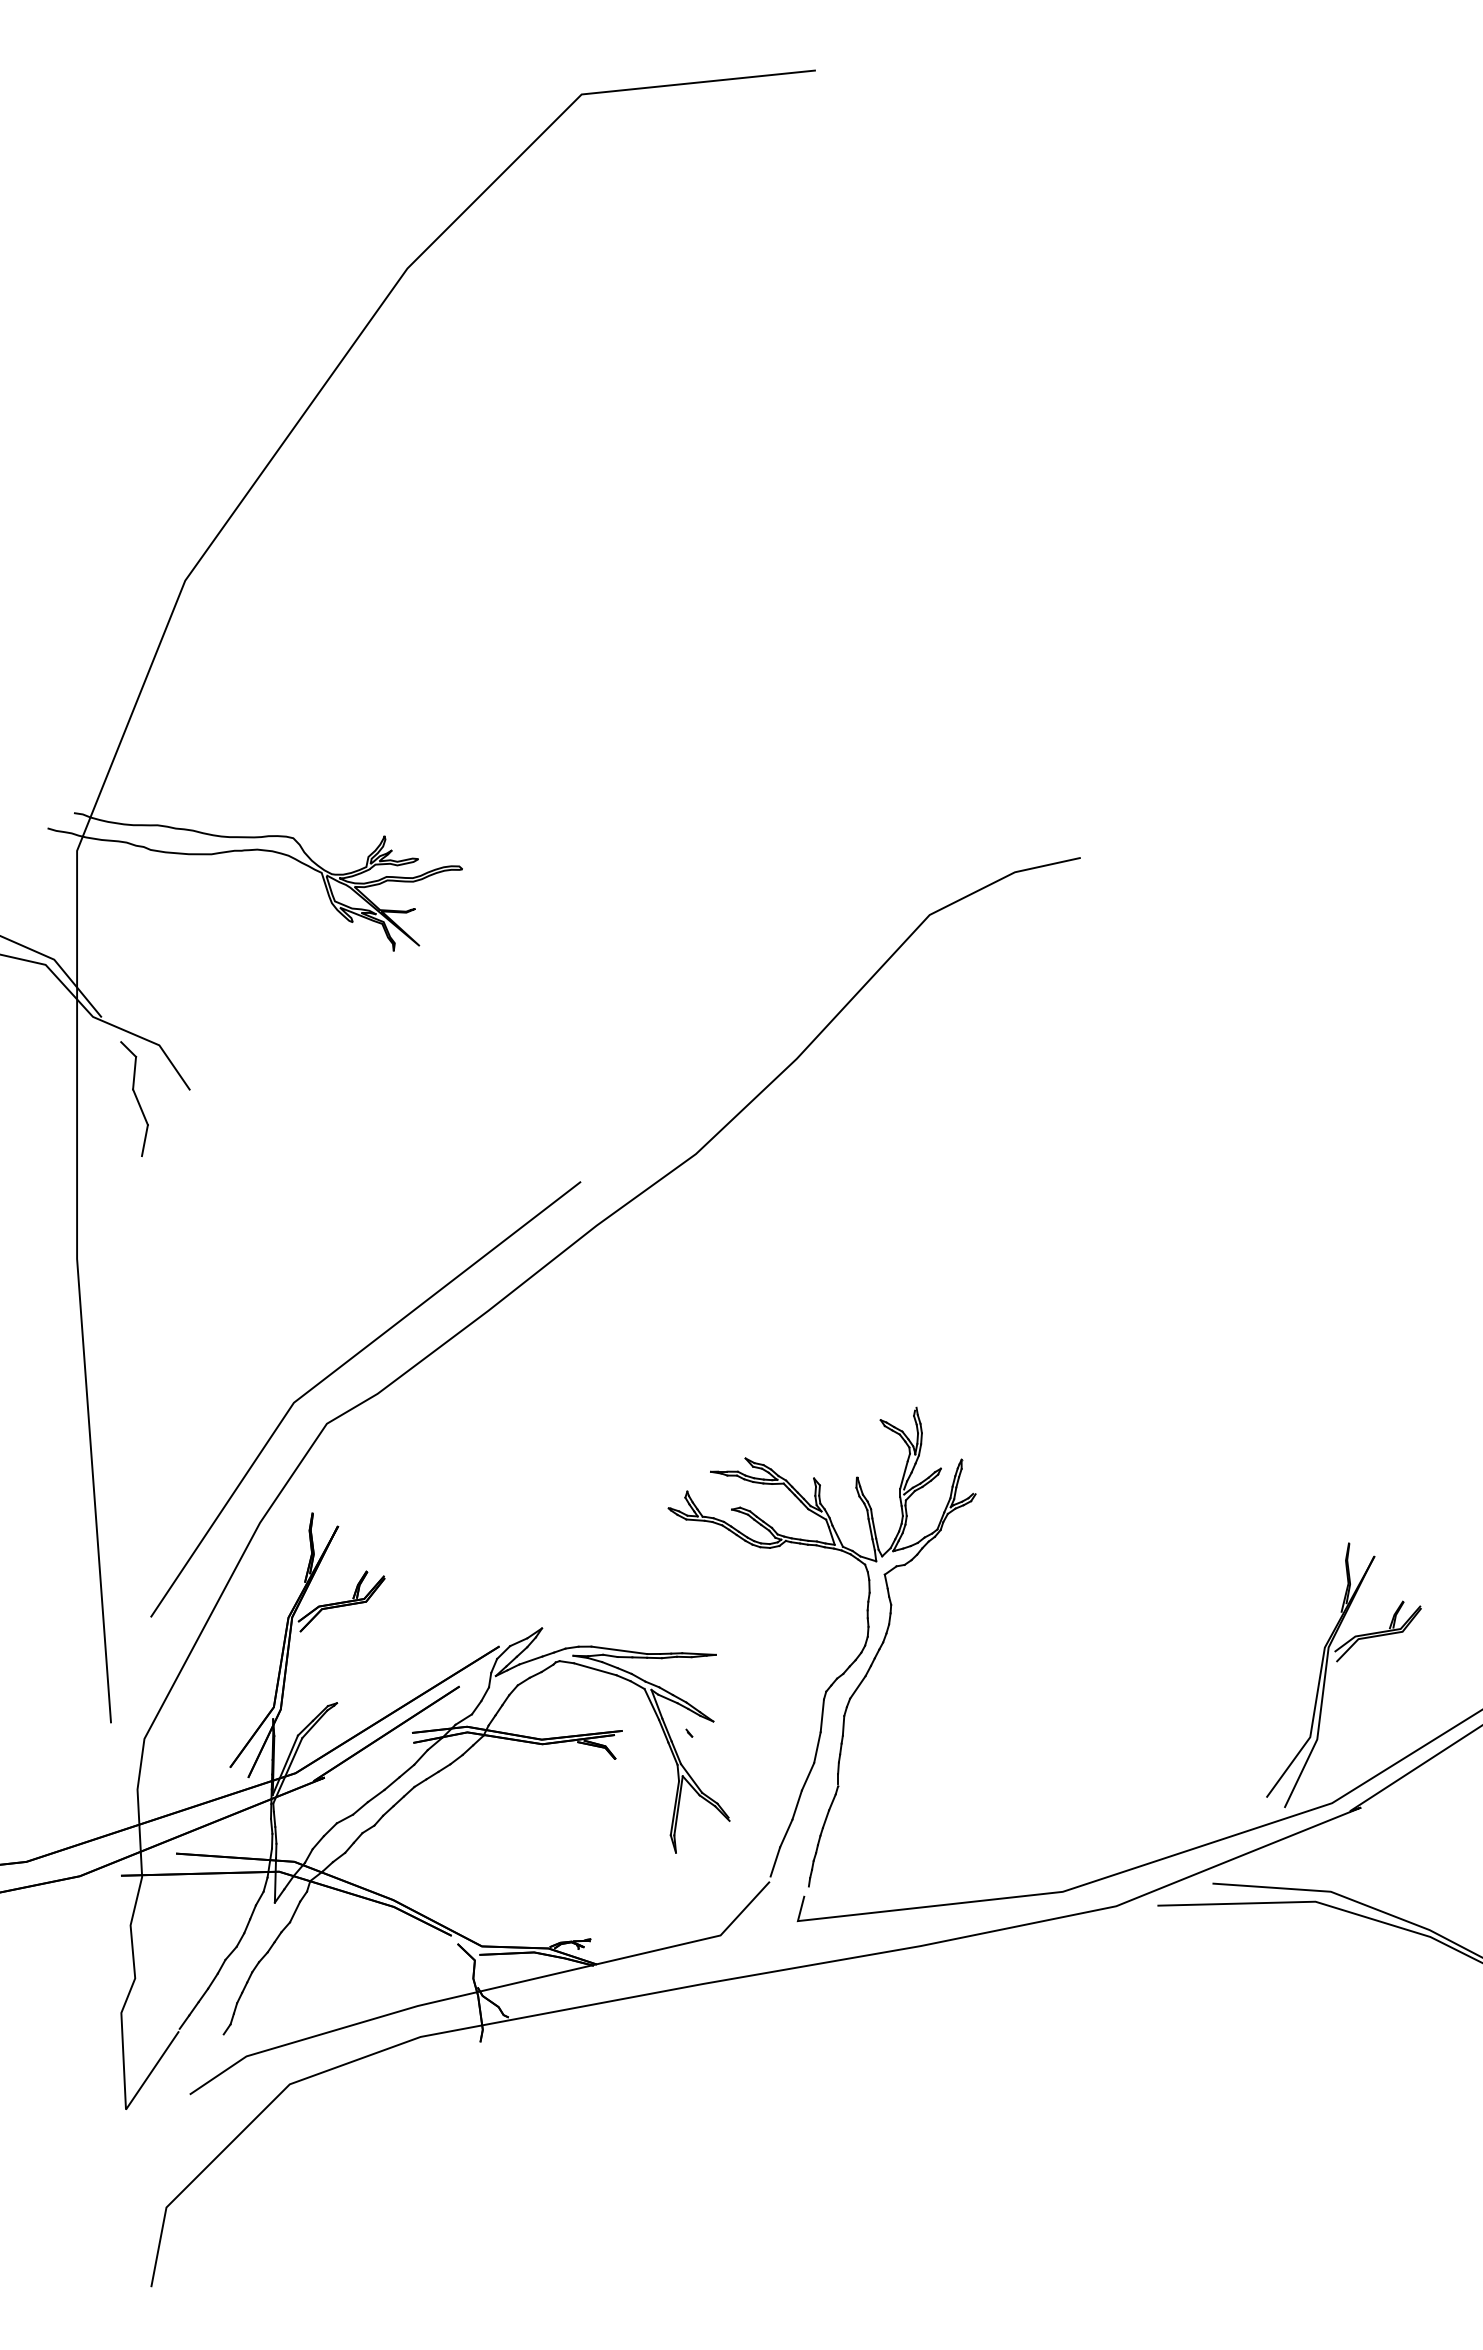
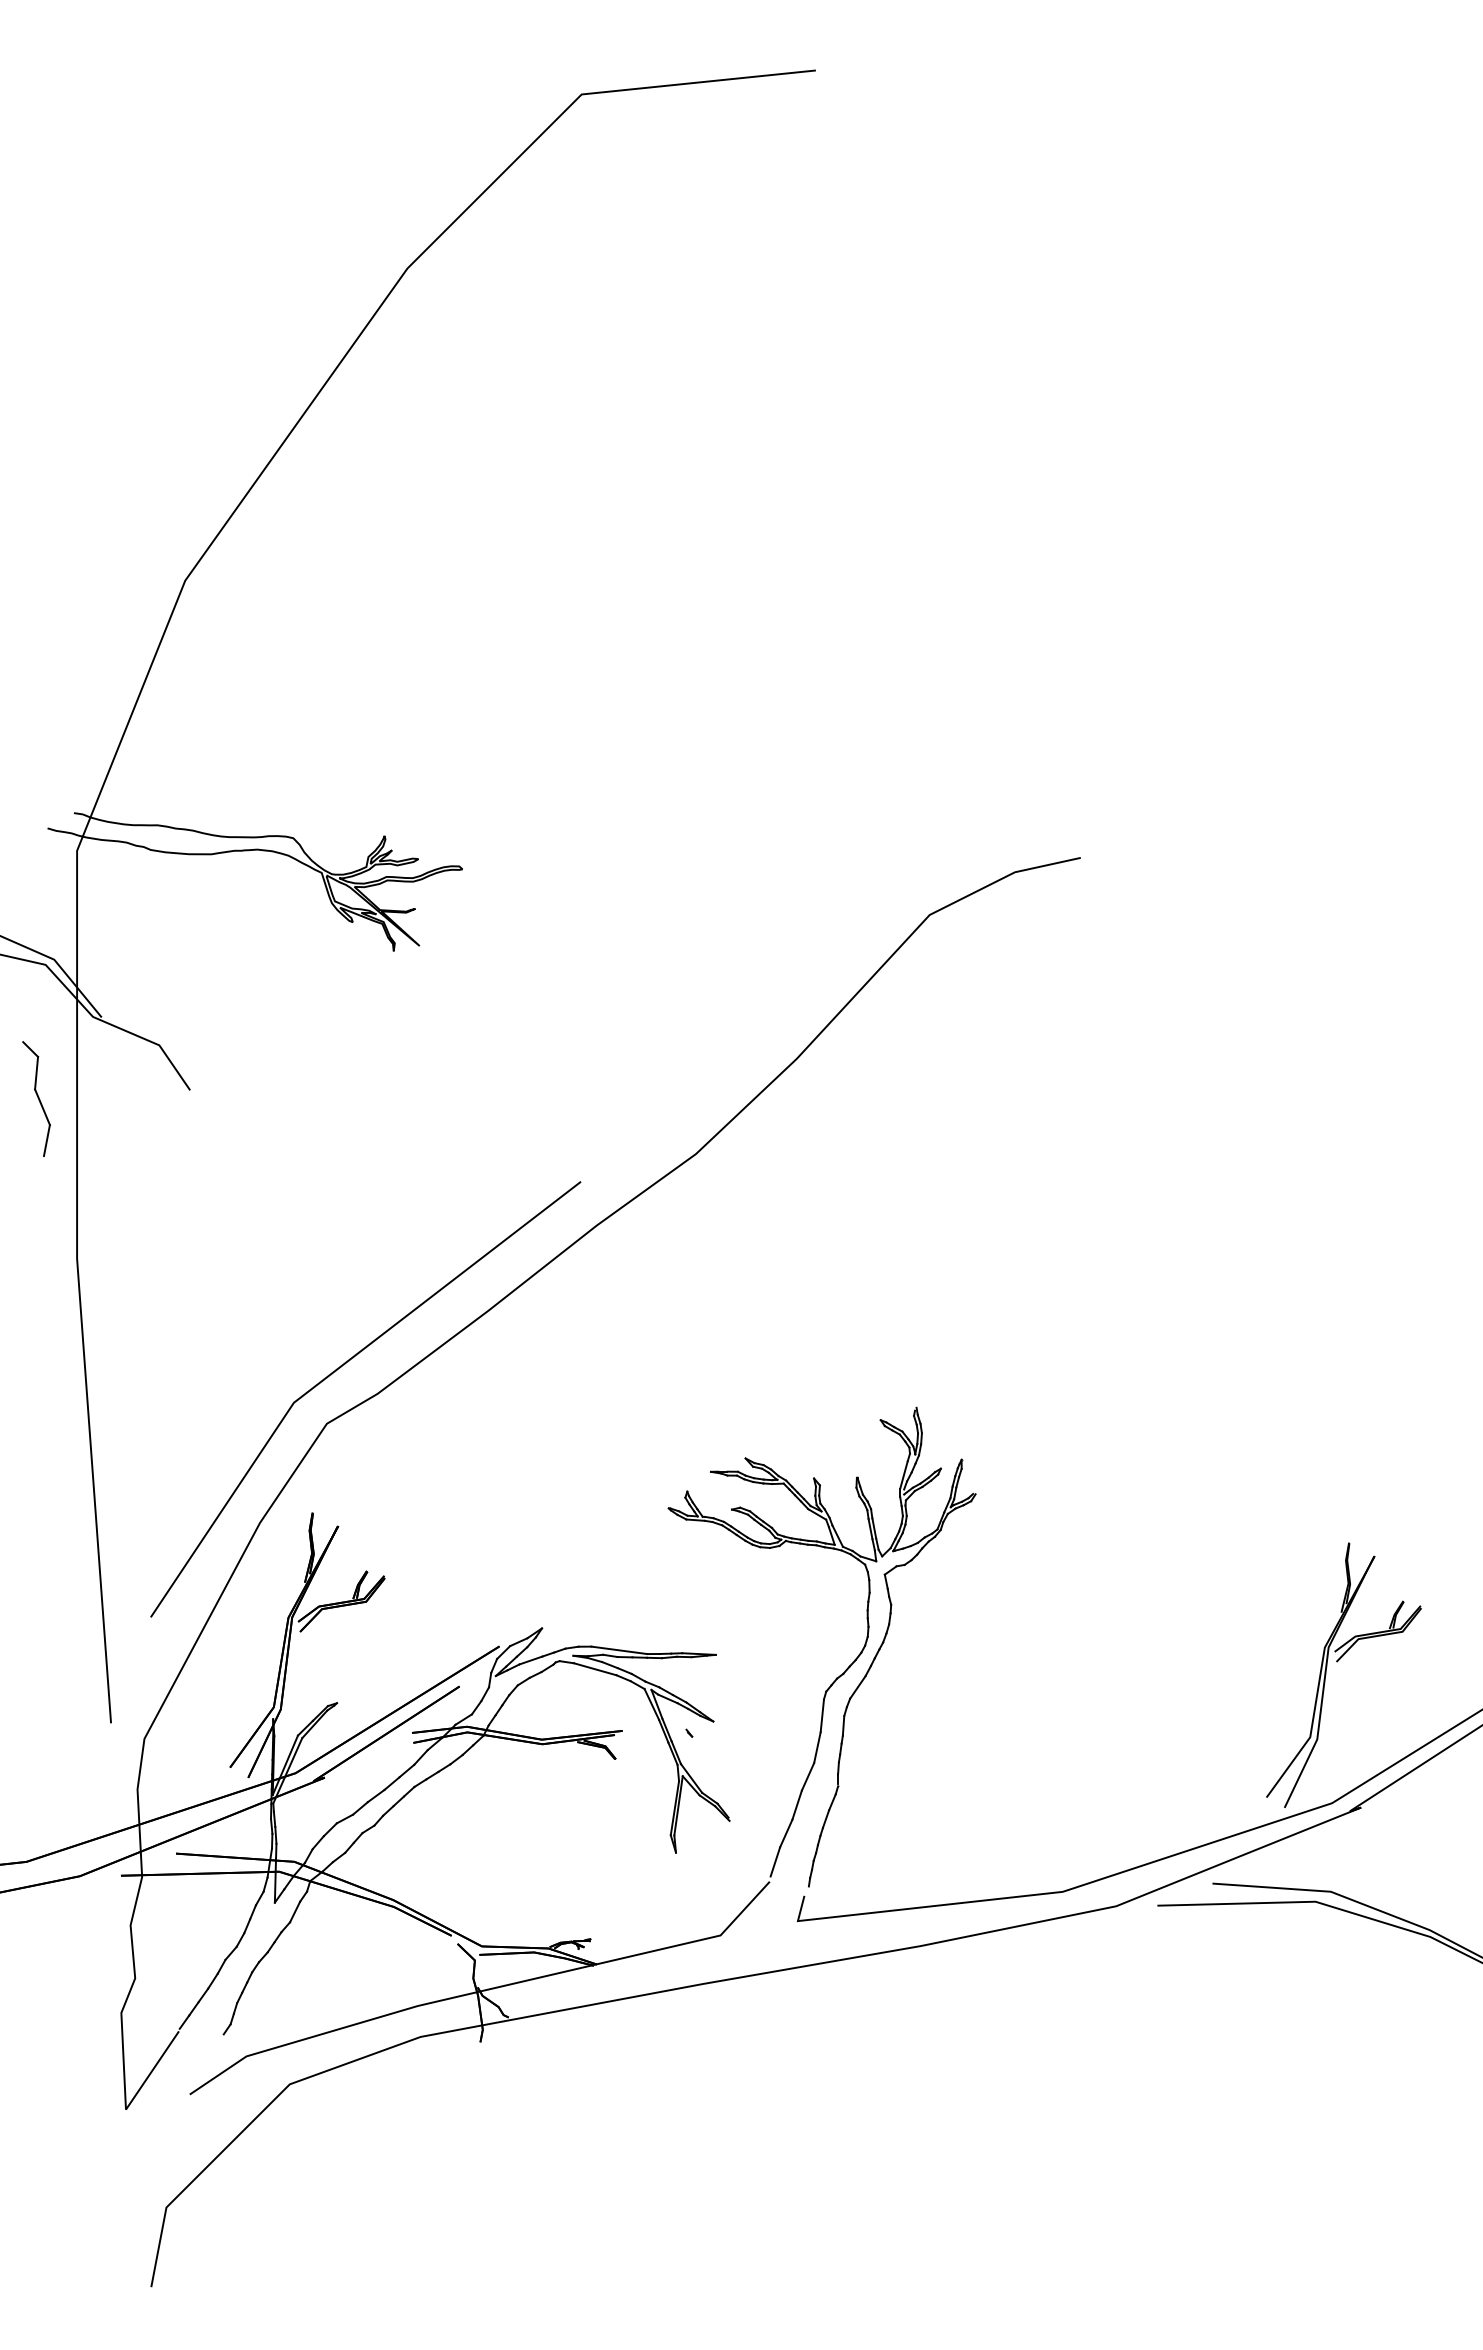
part at (134, 1098) position: (134, 1098) -> (36, 1098)
